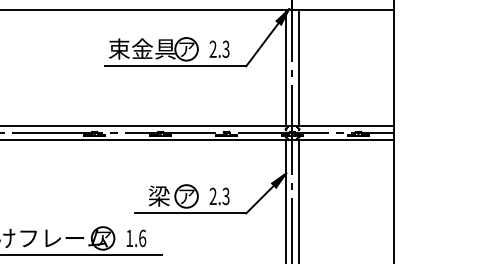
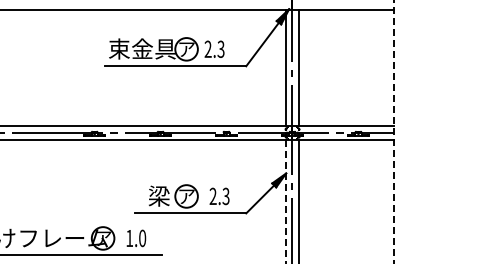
text at (219, 48) position: (219, 48) -> (214, 48)
line at (394, 132): solid -> dashed
line at (286, 201): solid -> dashed
text at (142, 237): 1.6 -> 1.0
